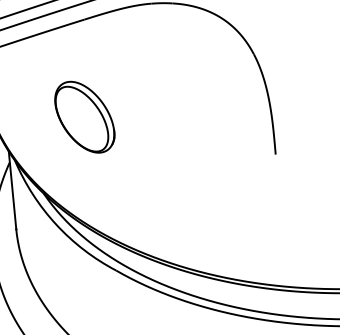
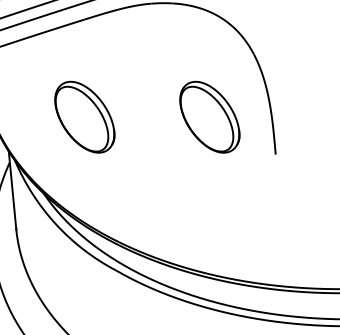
part at (209, 116): none -> present
